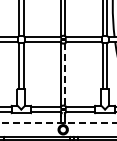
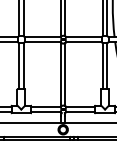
line at (65, 74): dashed -> solid
line at (58, 122): dashed -> solid
